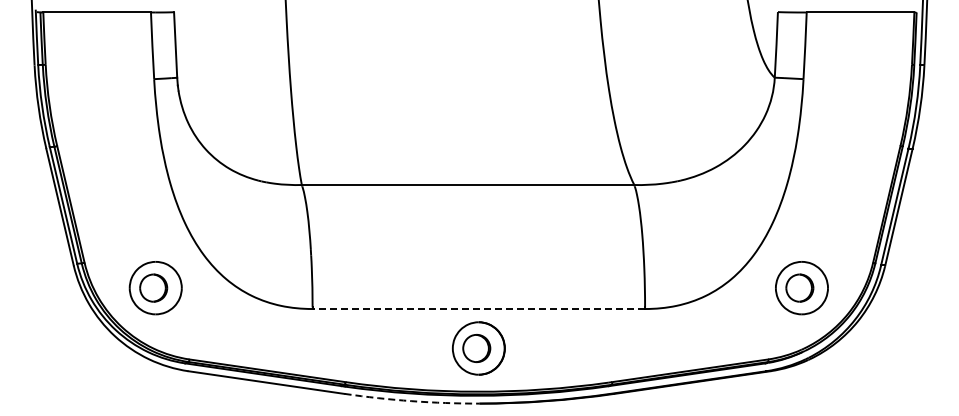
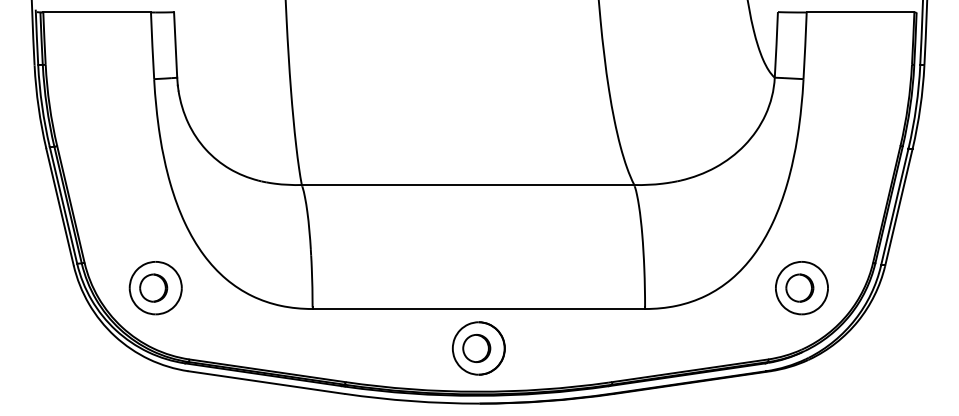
line at (478, 309): dashed -> solid
arc at (411, 401): dashed -> solid
